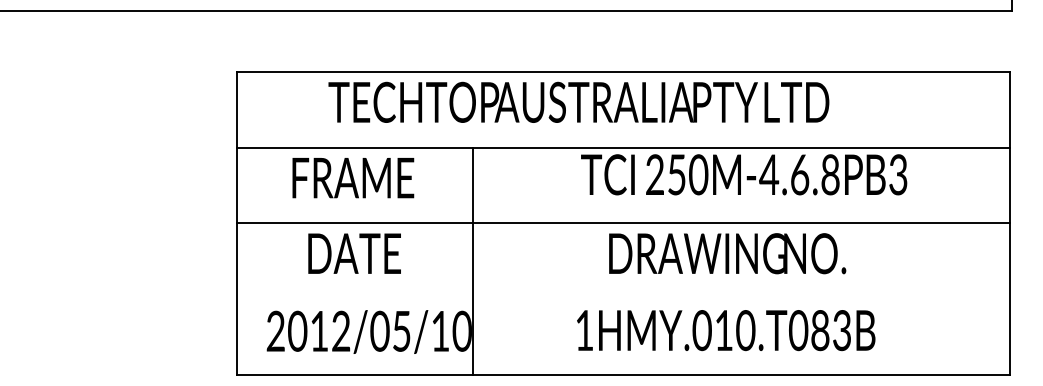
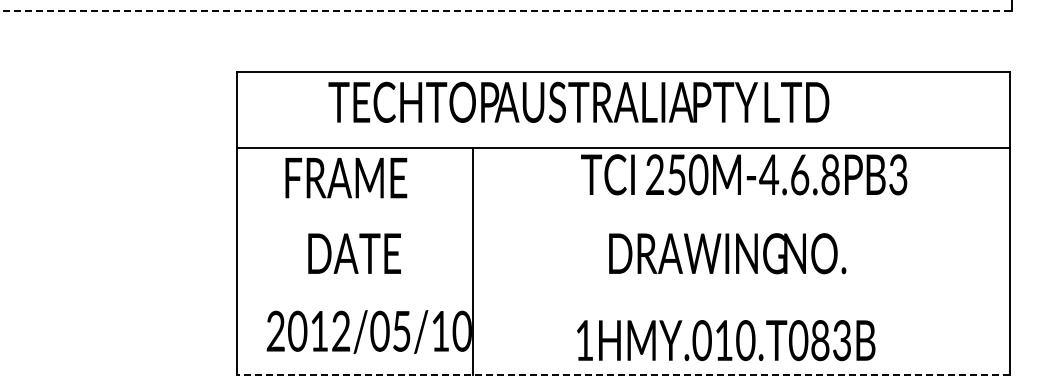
line at (505, 11): solid -> dashed
text at (353, 178) position: (353, 178) -> (346, 178)
line at (623, 223): present -> none
text at (726, 330) position: (726, 330) -> (726, 340)
line at (623, 374): solid -> dashed
